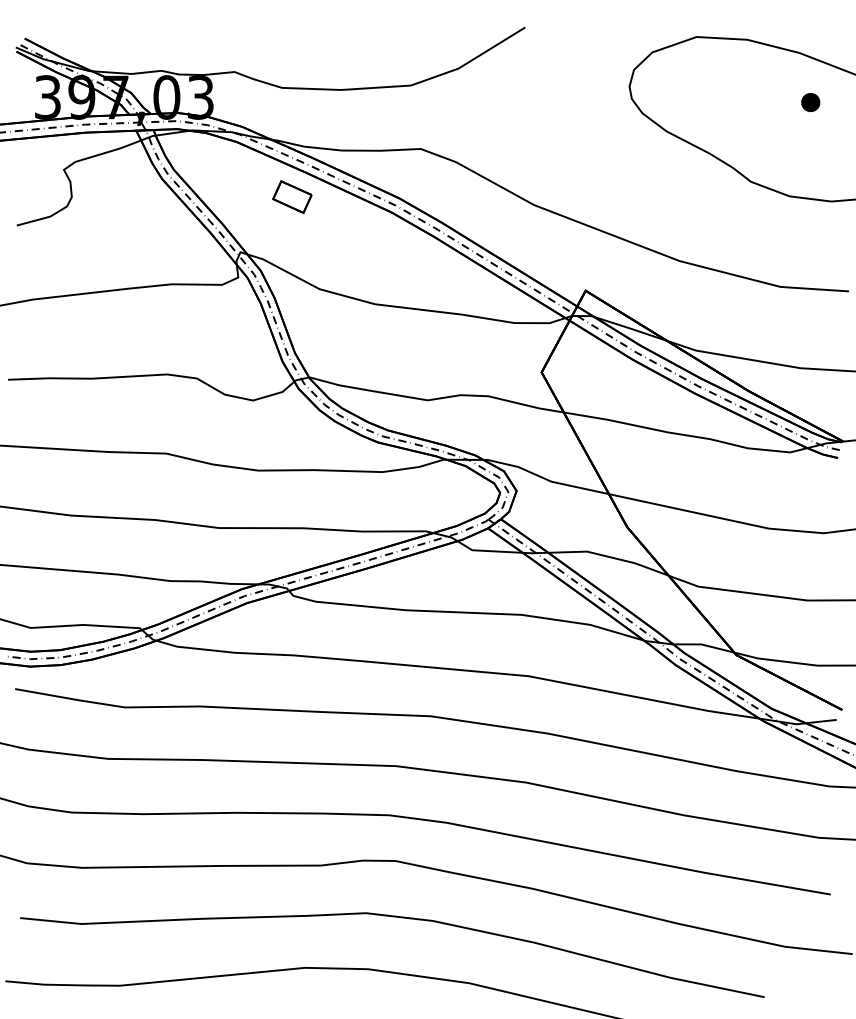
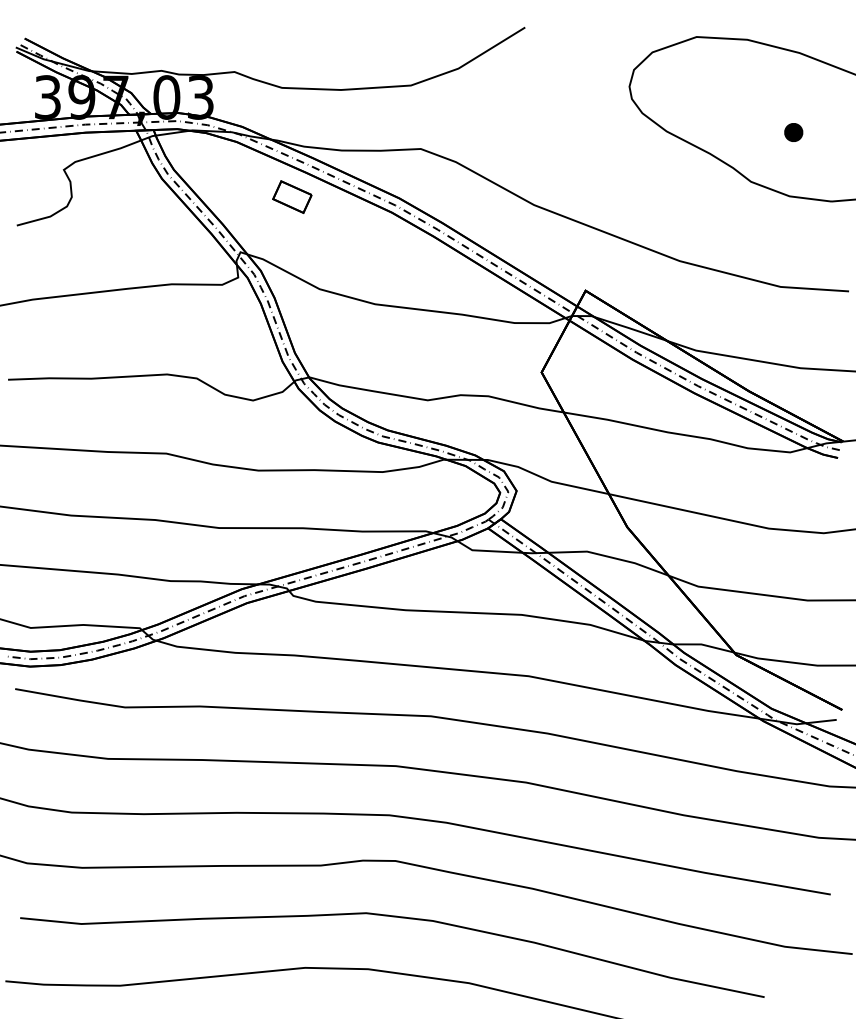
part at (810, 102) position: (810, 102) -> (793, 132)
